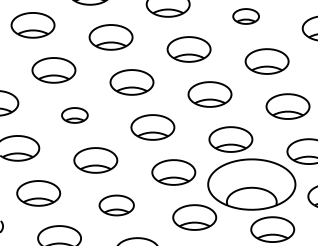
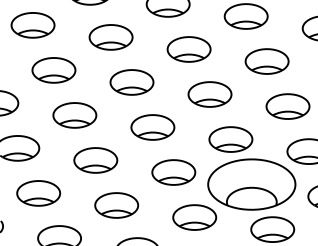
part at (245, 16) size: 28x17 px -> 46x27 px
part at (74, 115) size: 28x17 px -> 46x27 px
part at (116, 205) size: 37x23 px -> 46x27 px
